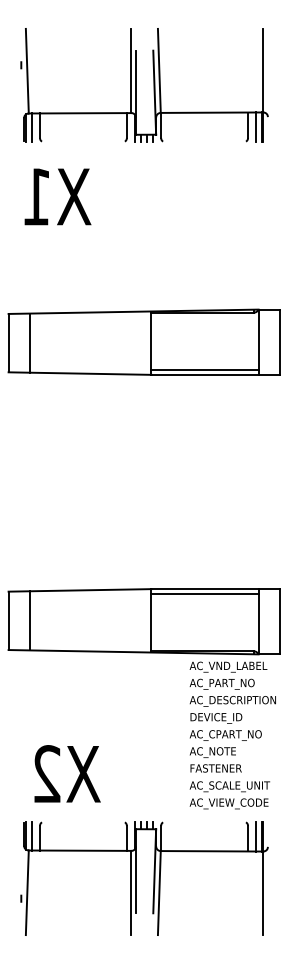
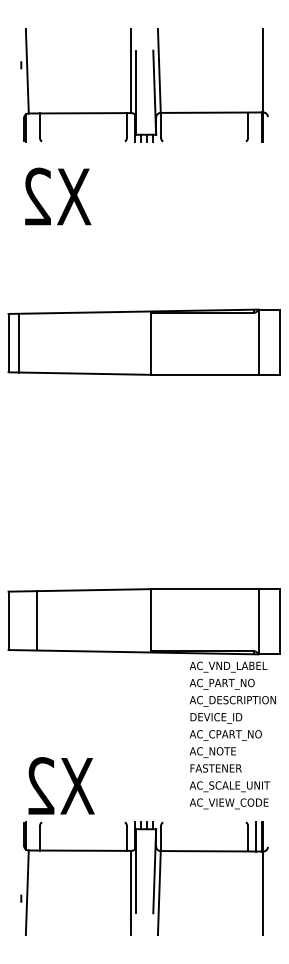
line at (256, 126): present -> none
line at (31, 127): present -> none
text at (37, 196): X1 -> X2
line at (30, 342) position: (30, 342) -> (19, 342)
line at (204, 370): present -> none
line at (204, 593): present -> none
line at (30, 620) position: (30, 620) -> (37, 620)
text at (67, 773) position: (67, 773) -> (61, 785)
line at (31, 836): present -> none
